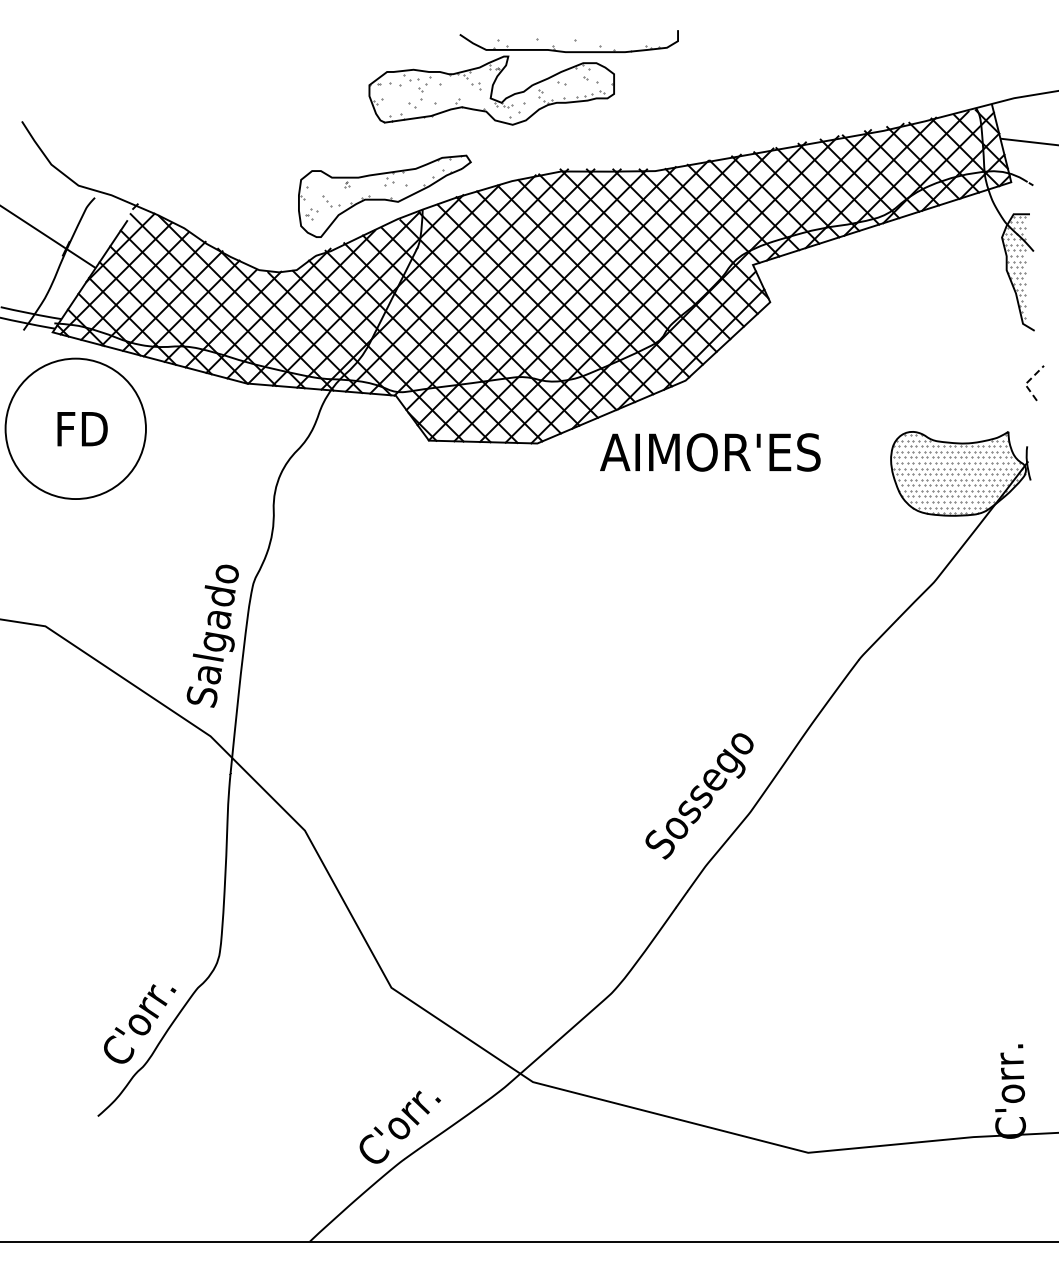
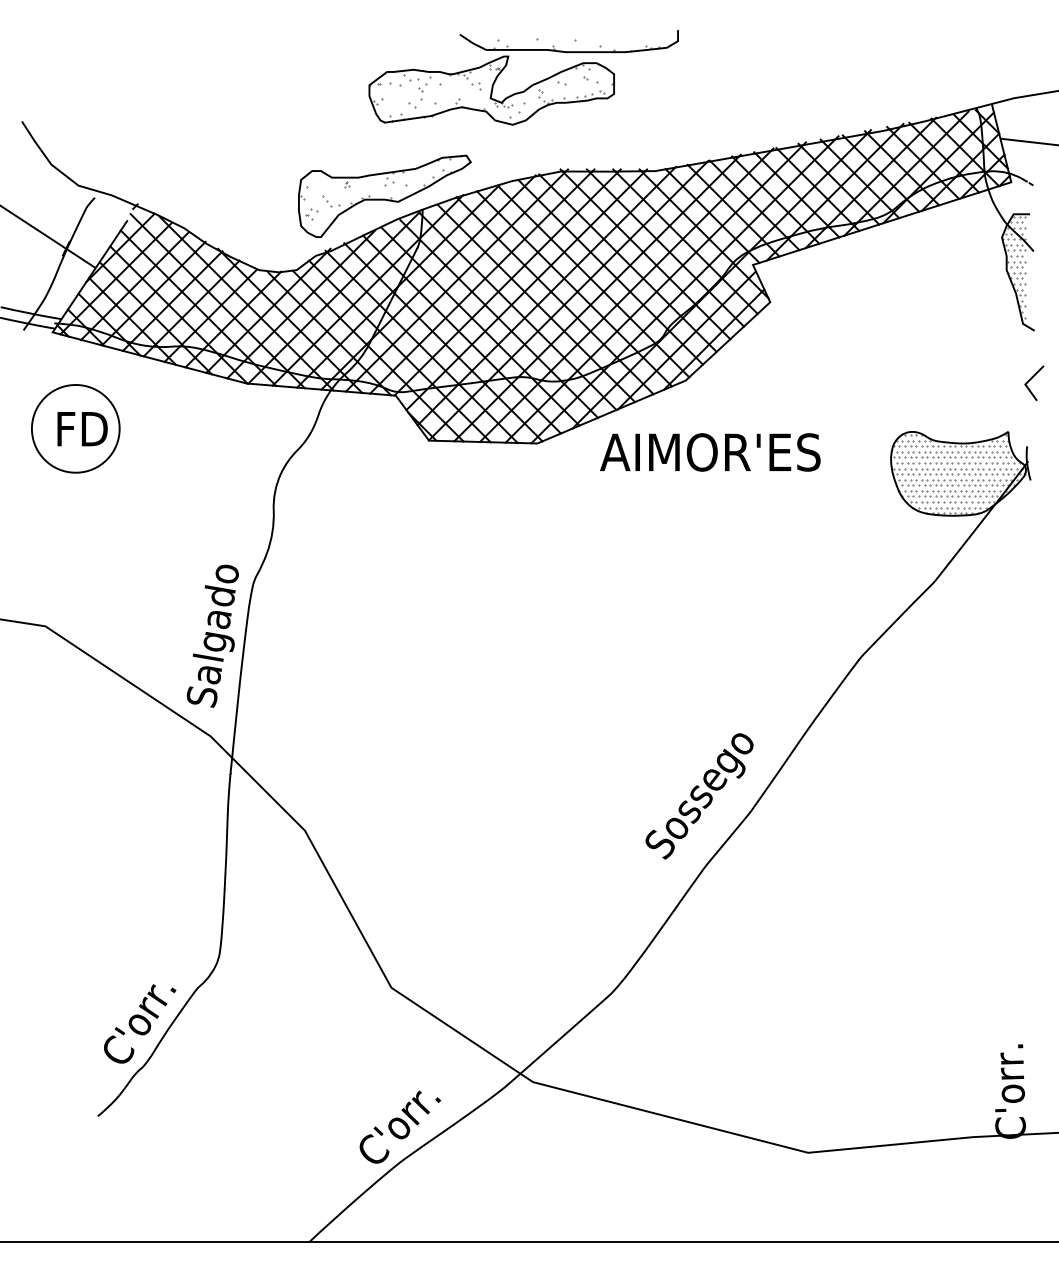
line at (1027, 382): dashed -> solid
circle at (75, 428) diameter: 140 px -> 88 px
